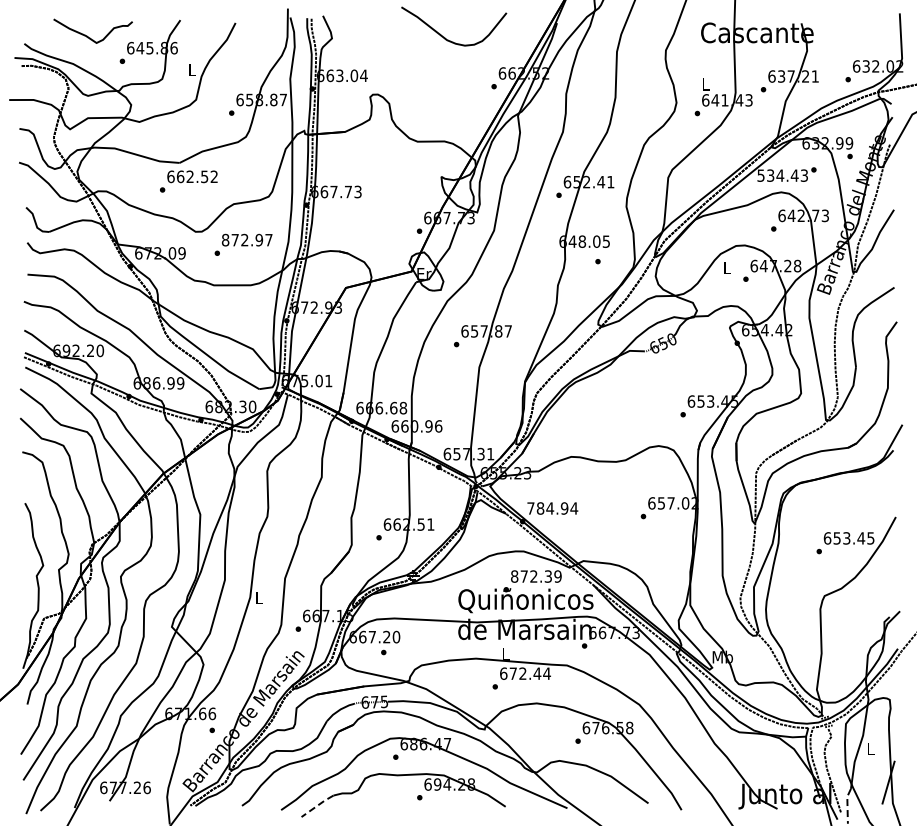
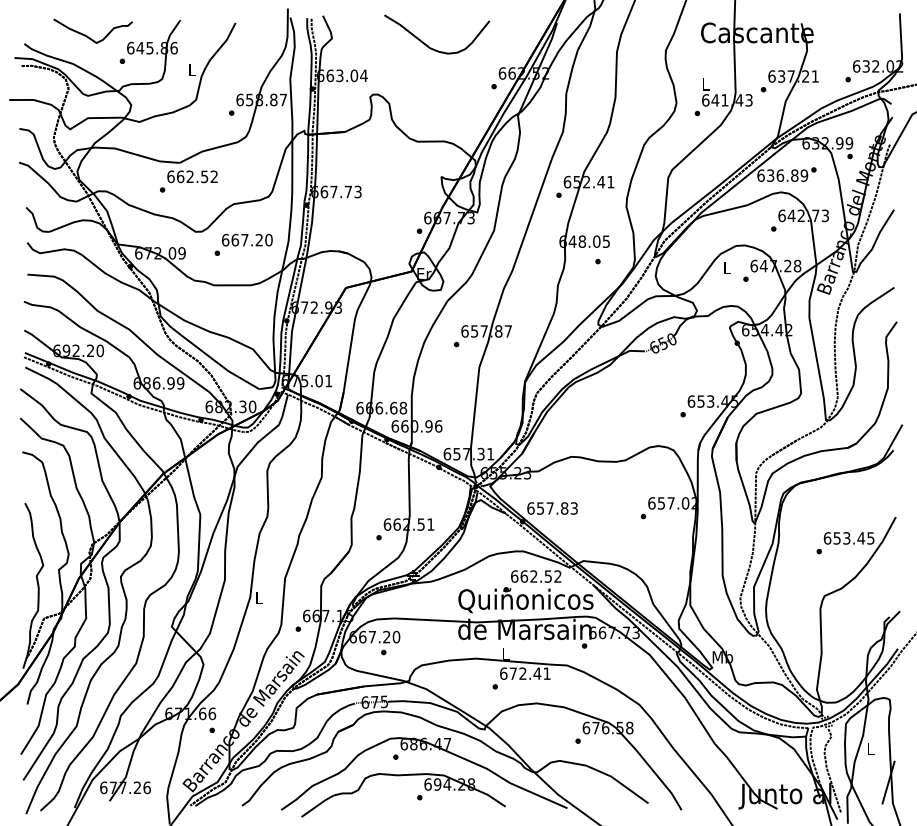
curve at (444, 36) position: (444, 36) -> (427, 44)
text at (782, 175): 534.43 -> 636.89
text at (247, 239): 872.97 -> 667.20
text at (552, 508): 784.94 -> 657.83
text at (536, 576): 872.39 -> 662.52
text at (546, 673): 672.44 -> 672.41
line at (317, 805): dashed -> solid
line at (847, 805): dashed -> solid
